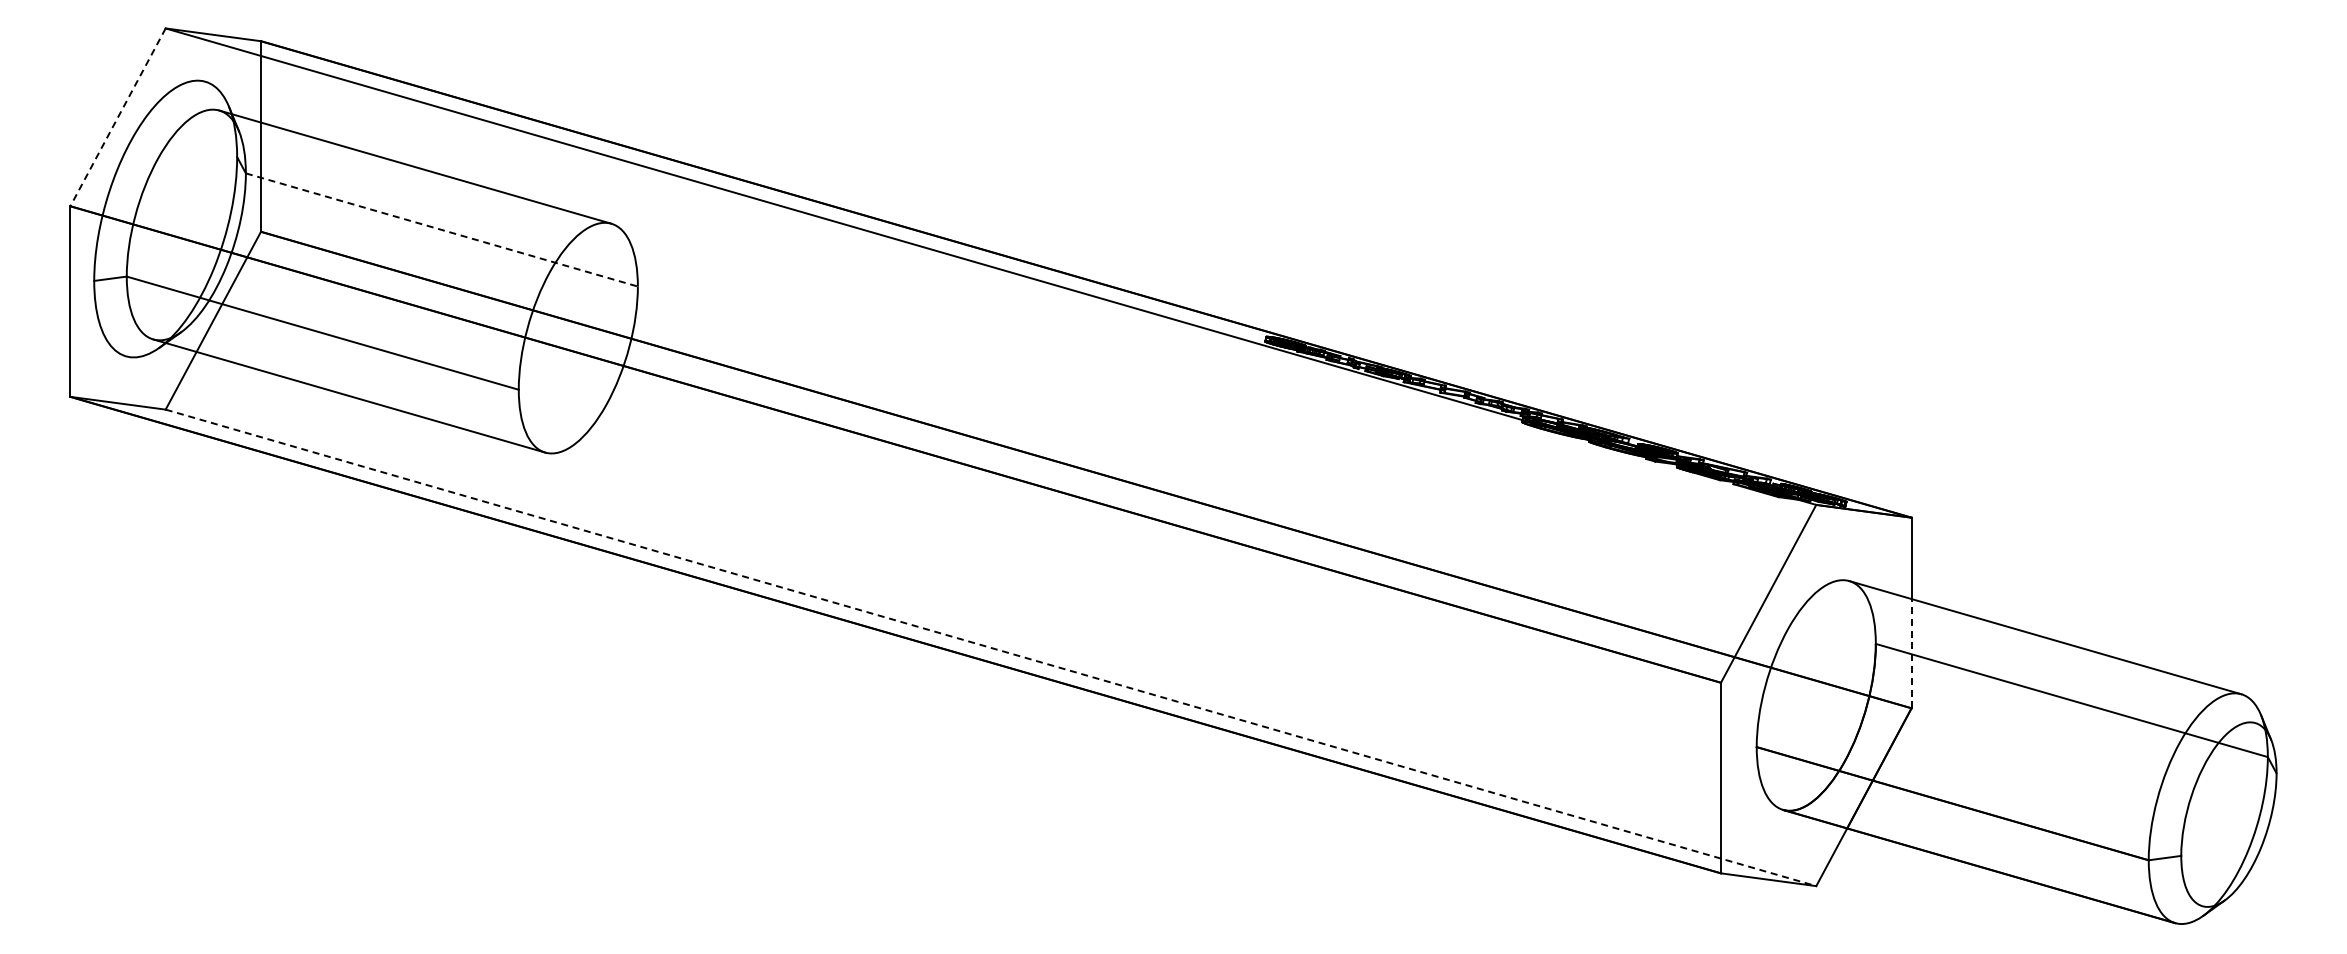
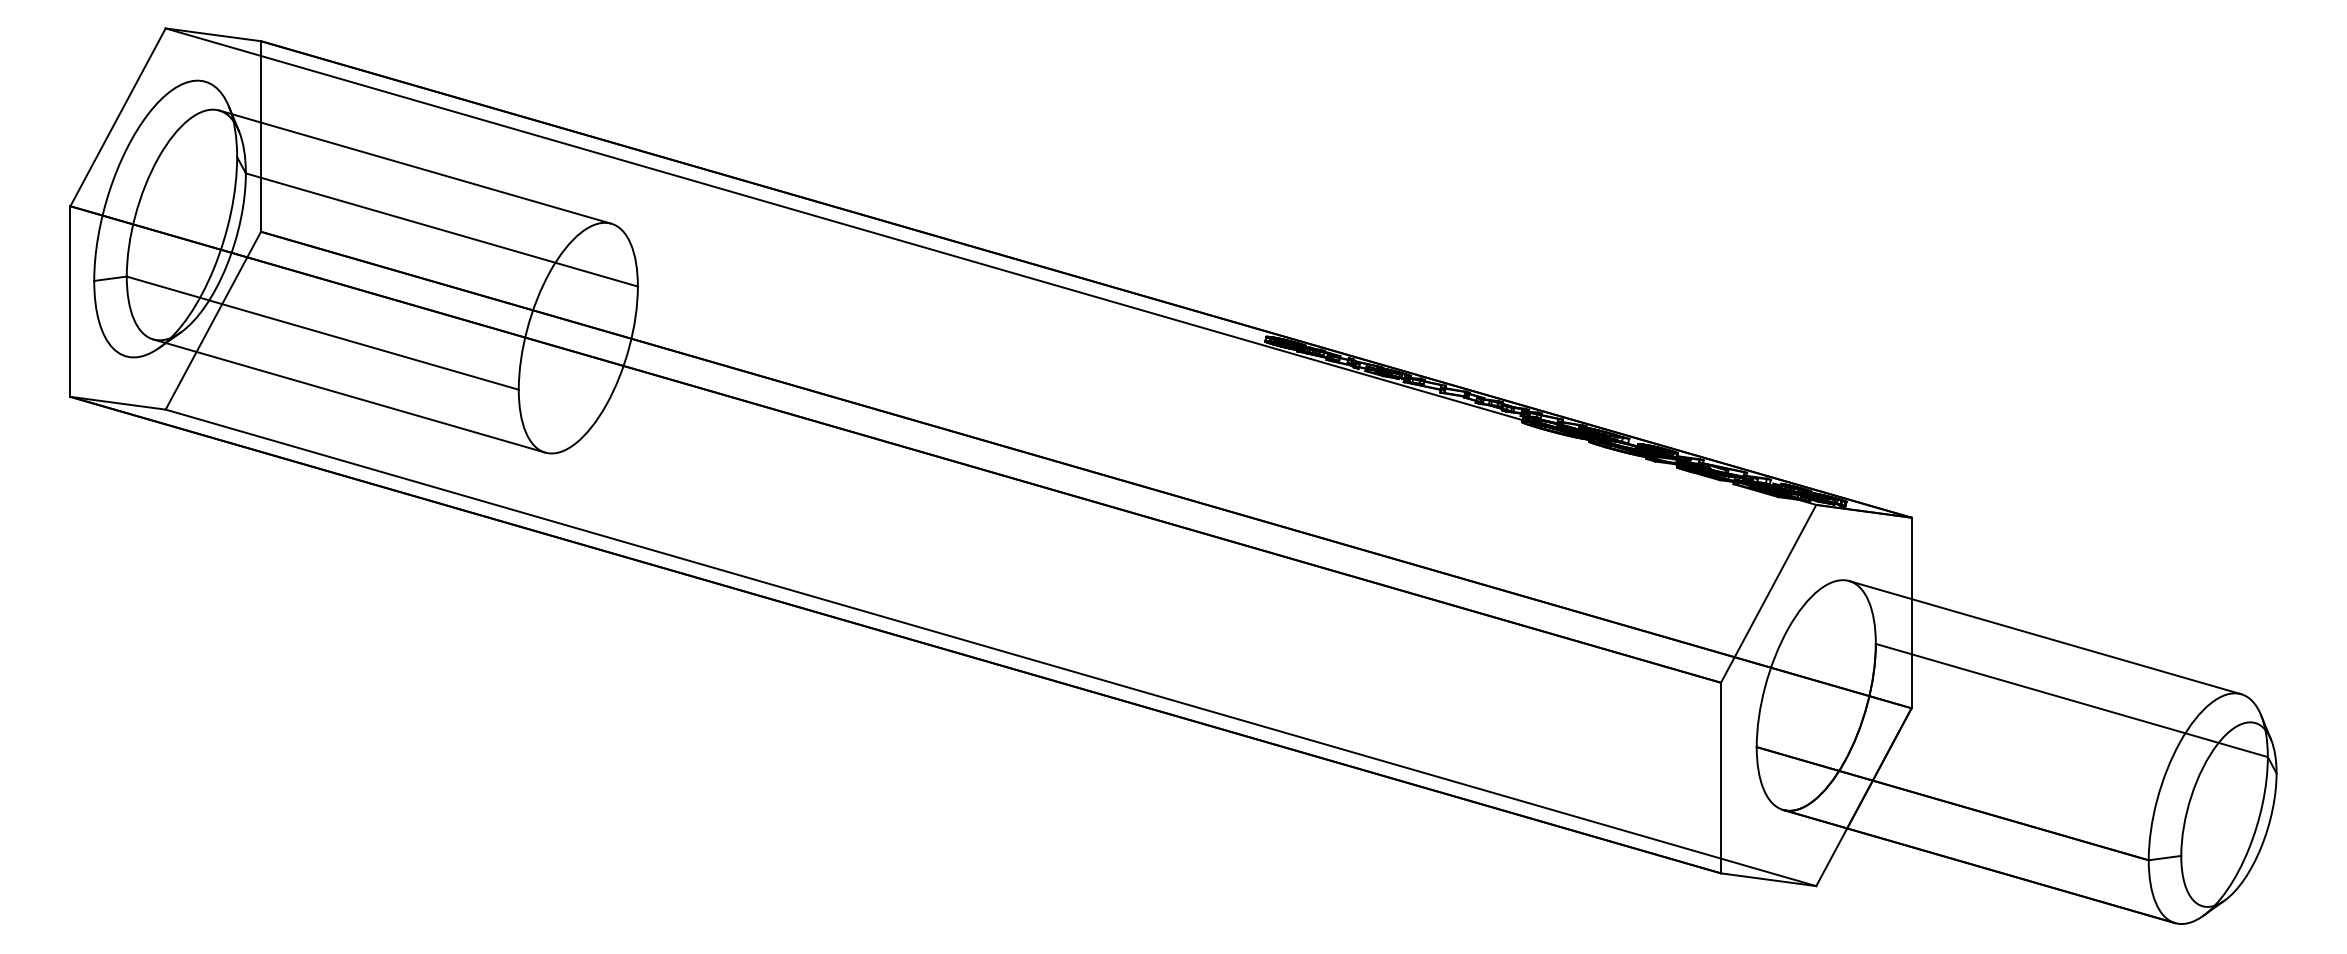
line at (118, 117): dashed -> solid
line at (442, 230): dashed -> solid
line at (991, 647): dashed -> solid
line at (1911, 653): dashed -> solid
